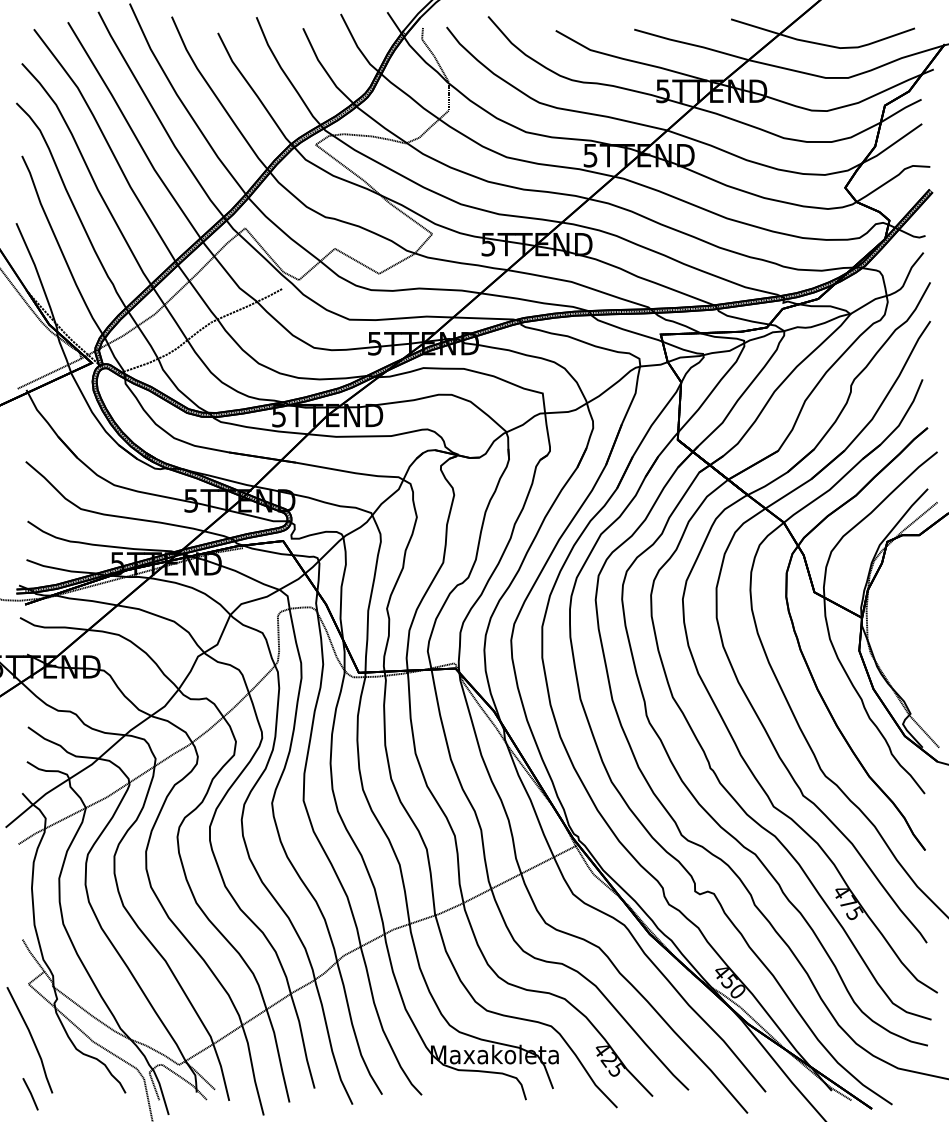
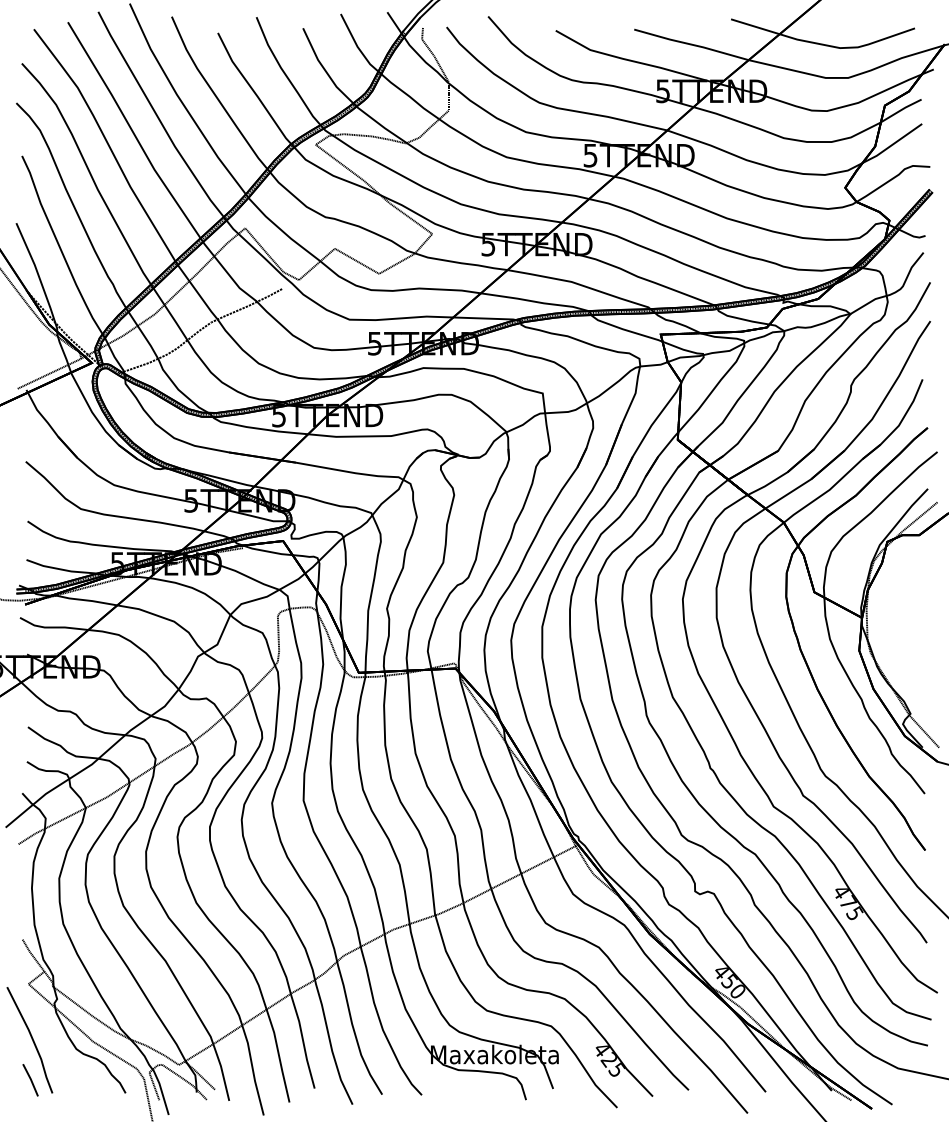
line at (30, 1094) position: (30, 1094) -> (30, 1080)
